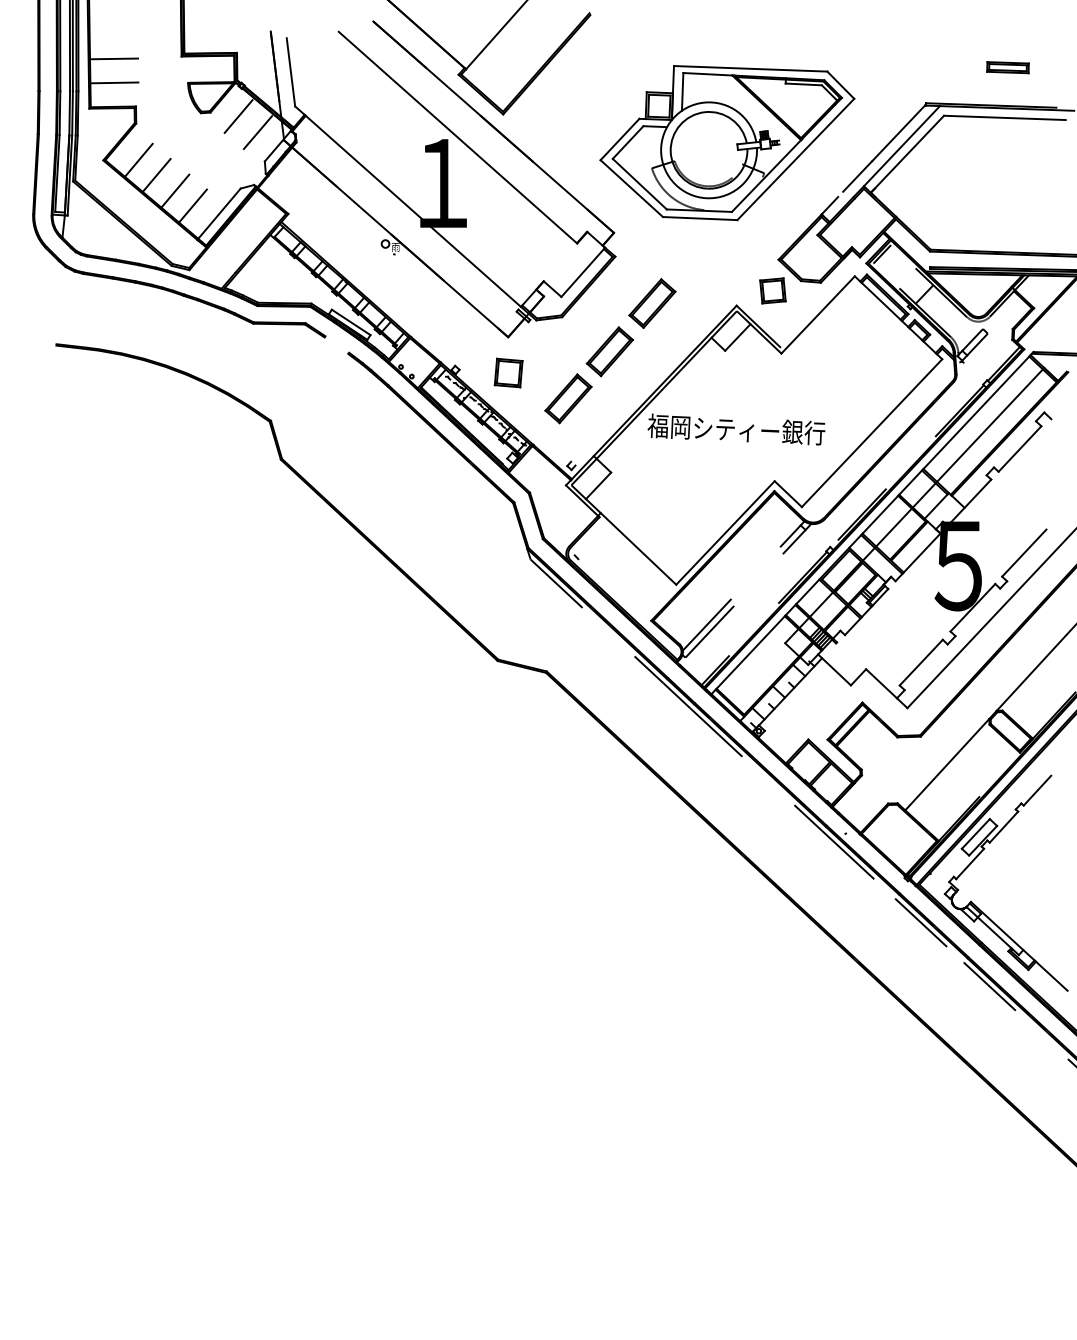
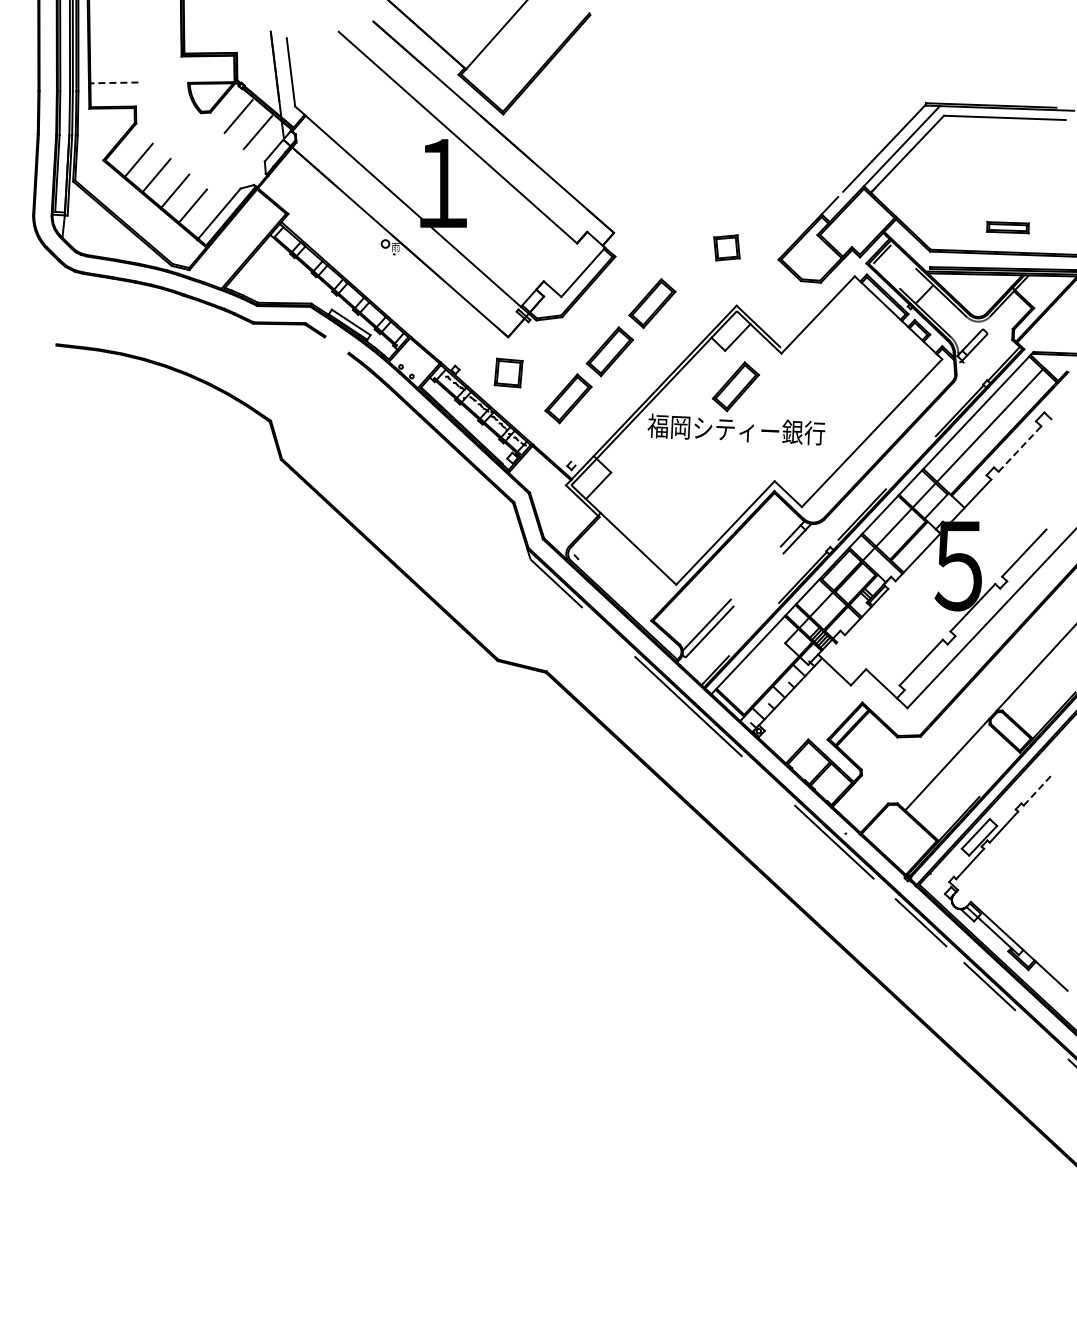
line at (114, 58): present -> none
part at (1007, 67) position: (1007, 67) -> (1007, 227)
line at (114, 82): solid -> dashed
part at (727, 143): present -> none
part at (772, 290) position: (772, 290) -> (726, 247)
part at (735, 386): none -> present
line at (1020, 448): solid -> dashed
line at (1037, 790): solid -> dashed
